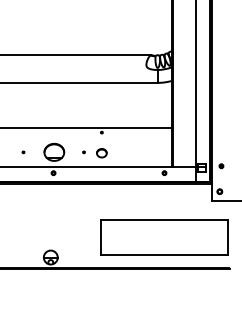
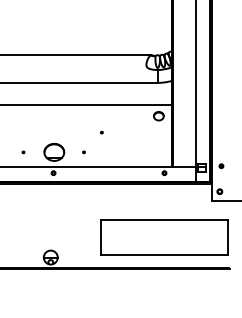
line at (86, 128) position: (86, 128) -> (86, 105)
part at (101, 153) position: (101, 153) -> (158, 116)
